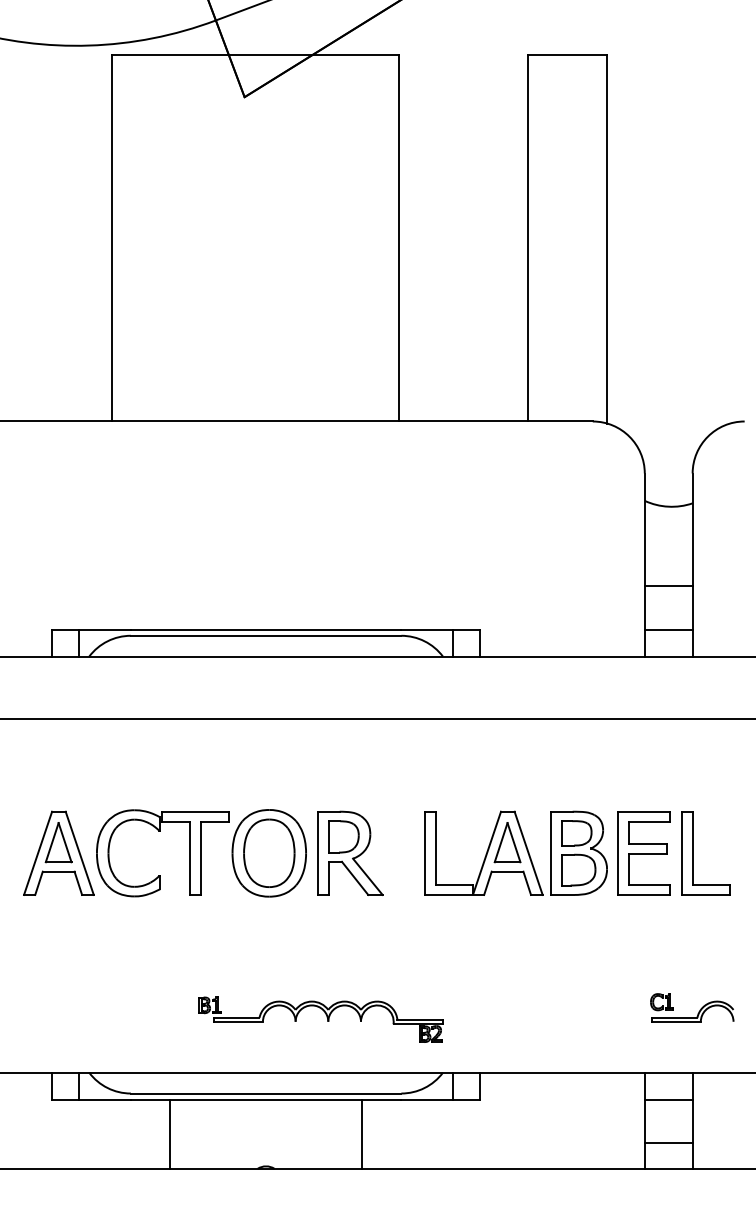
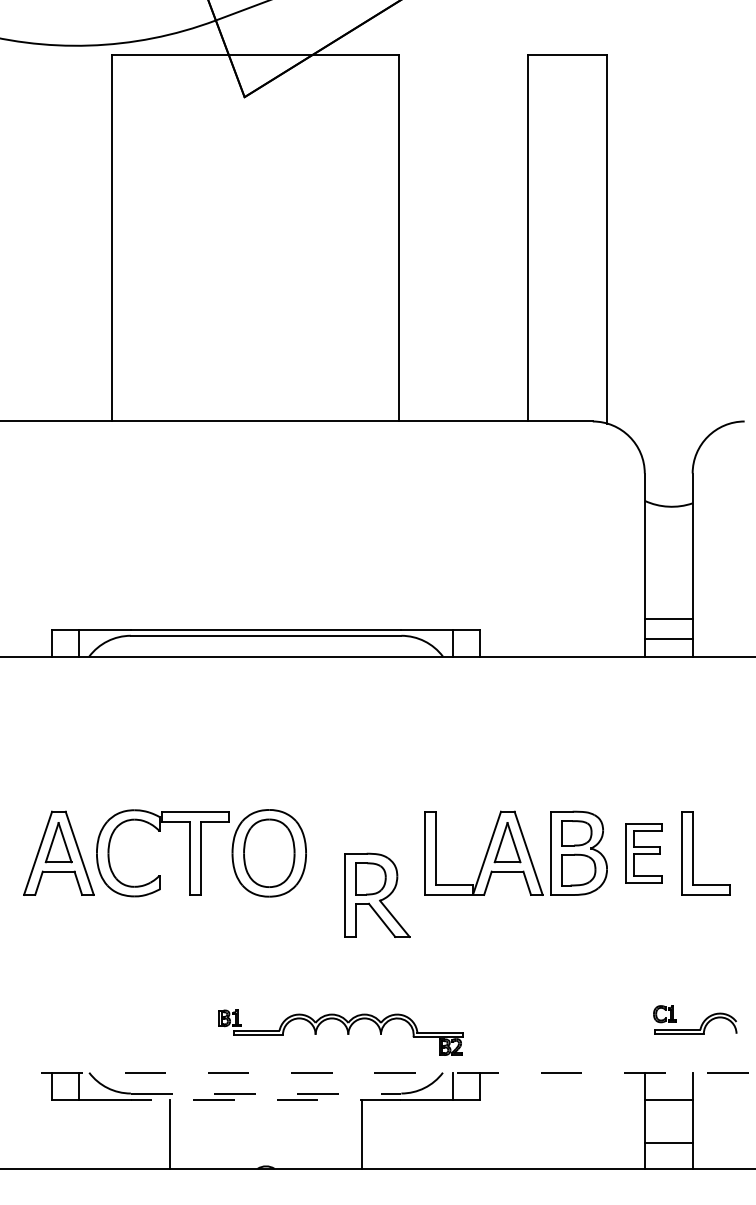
line at (668, 586) position: (668, 586) -> (668, 619)
line at (668, 629) position: (668, 629) -> (668, 638)
line at (377, 719): present -> none
part at (350, 852) position: (350, 852) -> (377, 894)
part at (643, 853) size: 54x85 px -> 38x61 px
part at (698, 1011) position: (698, 1011) -> (701, 1023)
part at (326, 1017) position: (326, 1017) -> (346, 1030)
line at (377, 1072): solid -> dashed
line at (266, 1093): solid -> dashed
line at (265, 1099): solid -> dashed
